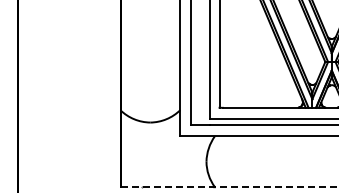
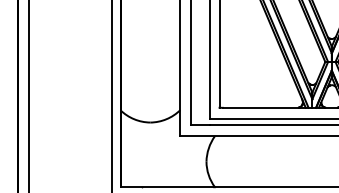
line at (28, 95): none -> present
line at (112, 95): none -> present
line at (229, 187): dashed -> solid
